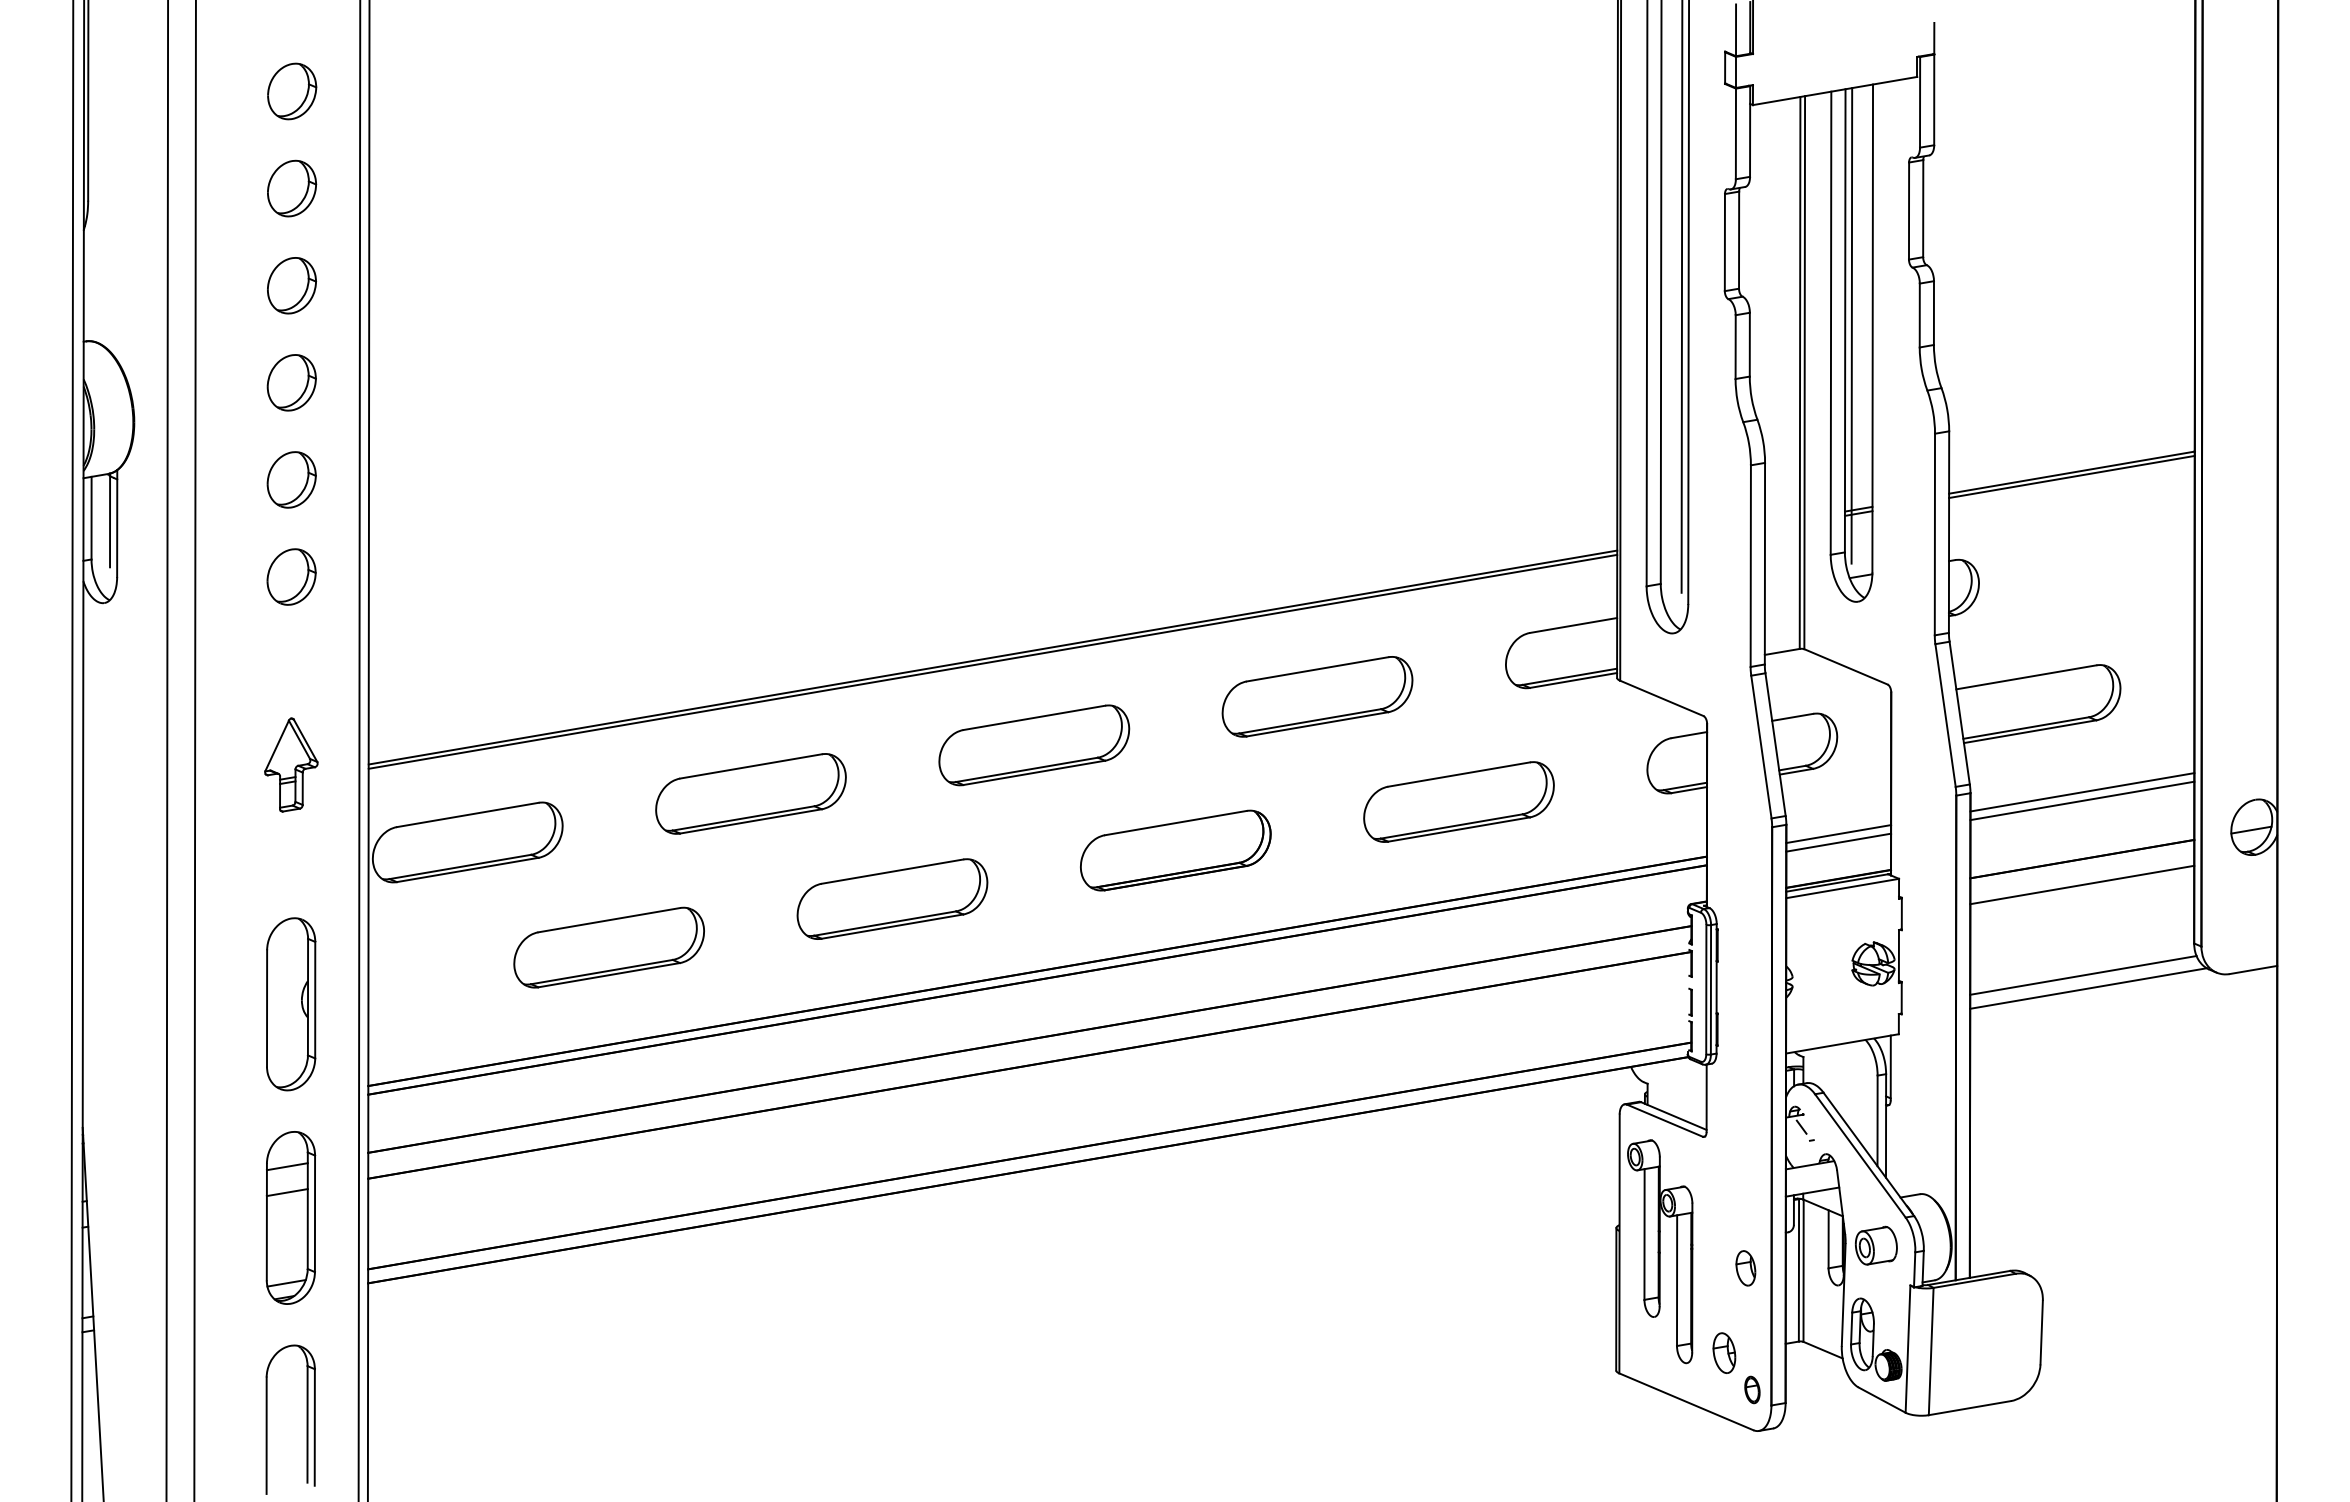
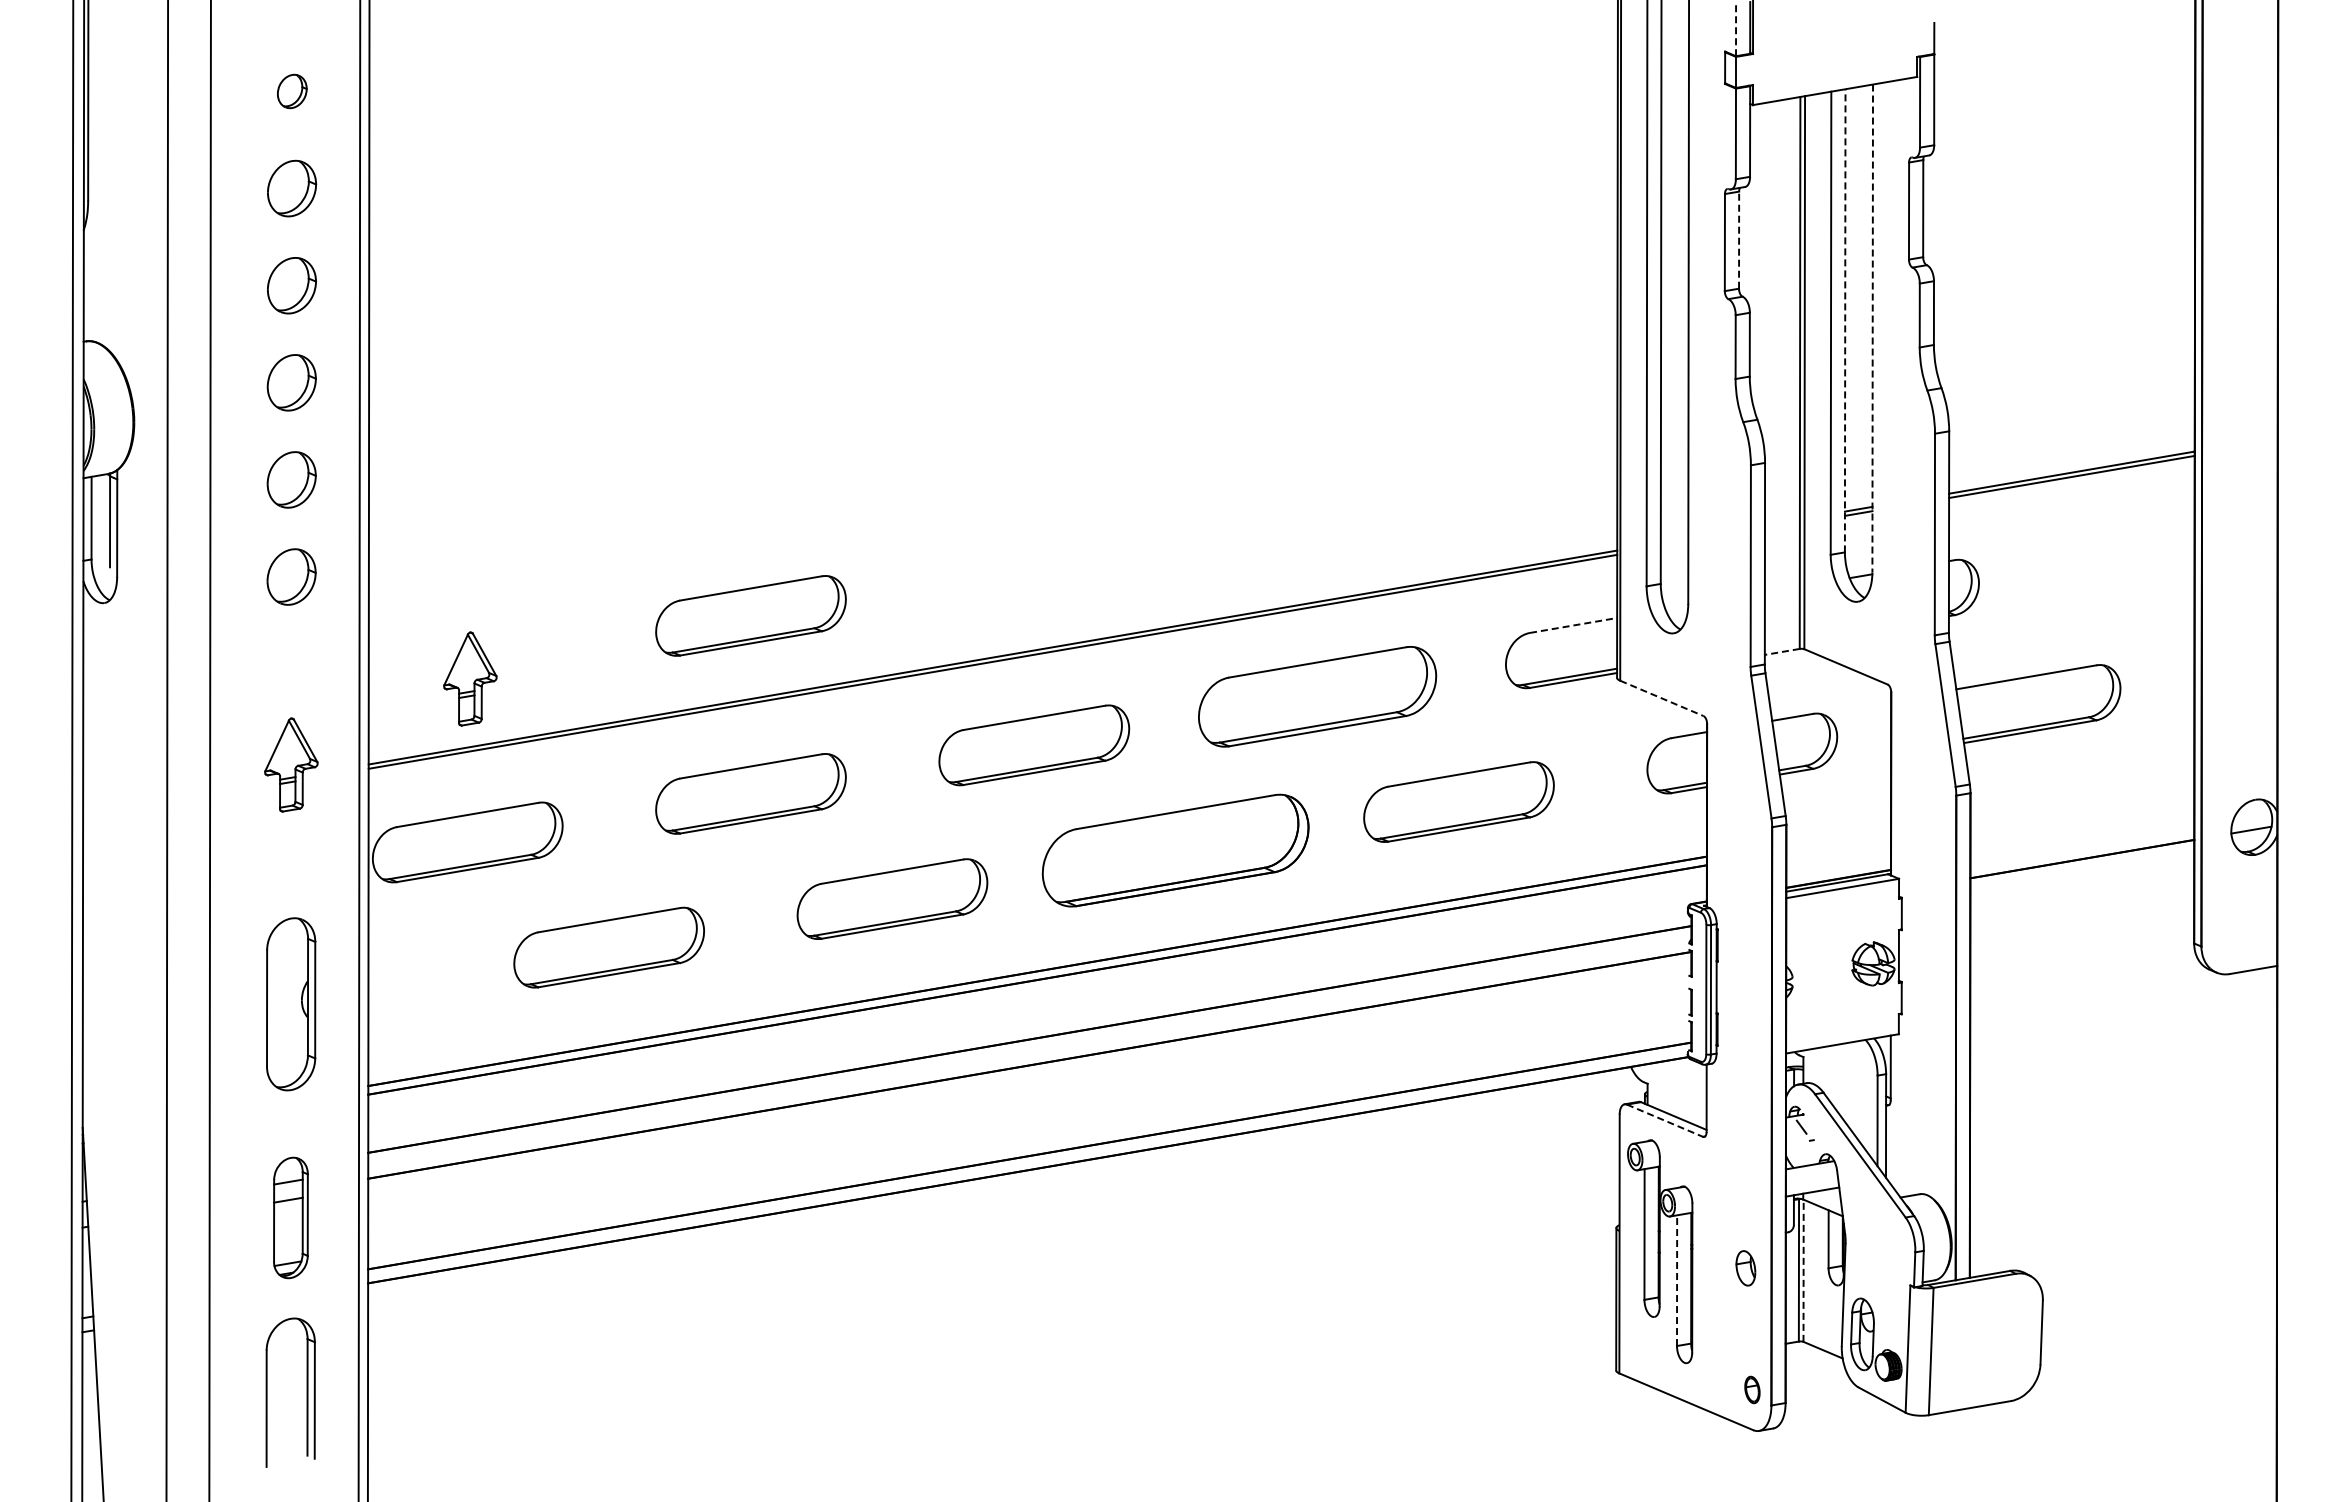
line at (1736, 30): solid -> dashed
part at (292, 91) size: 51x59 px -> 31x37 px
line at (1739, 240): solid -> dashed
line at (1681, 297): present -> none
line at (1845, 320): solid -> dashed
line at (1851, 325): present -> none
line at (1872, 328): solid -> dashed
part at (750, 615): none -> present
line at (1574, 625): solid -> dashed
line at (1782, 651): solid -> dashed
part at (470, 678): none -> present
part at (1317, 696) size: 193x82 px -> 240x102 px
line at (1662, 698): solid -> dashed
line at (194, 750) position: (194, 750) -> (209, 750)
line at (2082, 792): present -> none
line at (2082, 800): present -> none
line at (1838, 834): present -> none
line at (1838, 842): present -> none
part at (1175, 850) size: 192x83 px -> 269x115 px
line at (2082, 884): present -> none
line at (2083, 975): present -> none
line at (2088, 988): present -> none
line at (1665, 1120): solid -> dashed
part at (290, 1217) size: 52x174 px -> 36x124 px
part at (1876, 1245): present -> none
line at (1803, 1270): solid -> dashed
line at (1677, 1280): solid -> dashed
part at (1724, 1352): present -> none
part at (306, 1419) position: (306, 1419) -> (306, 1392)
